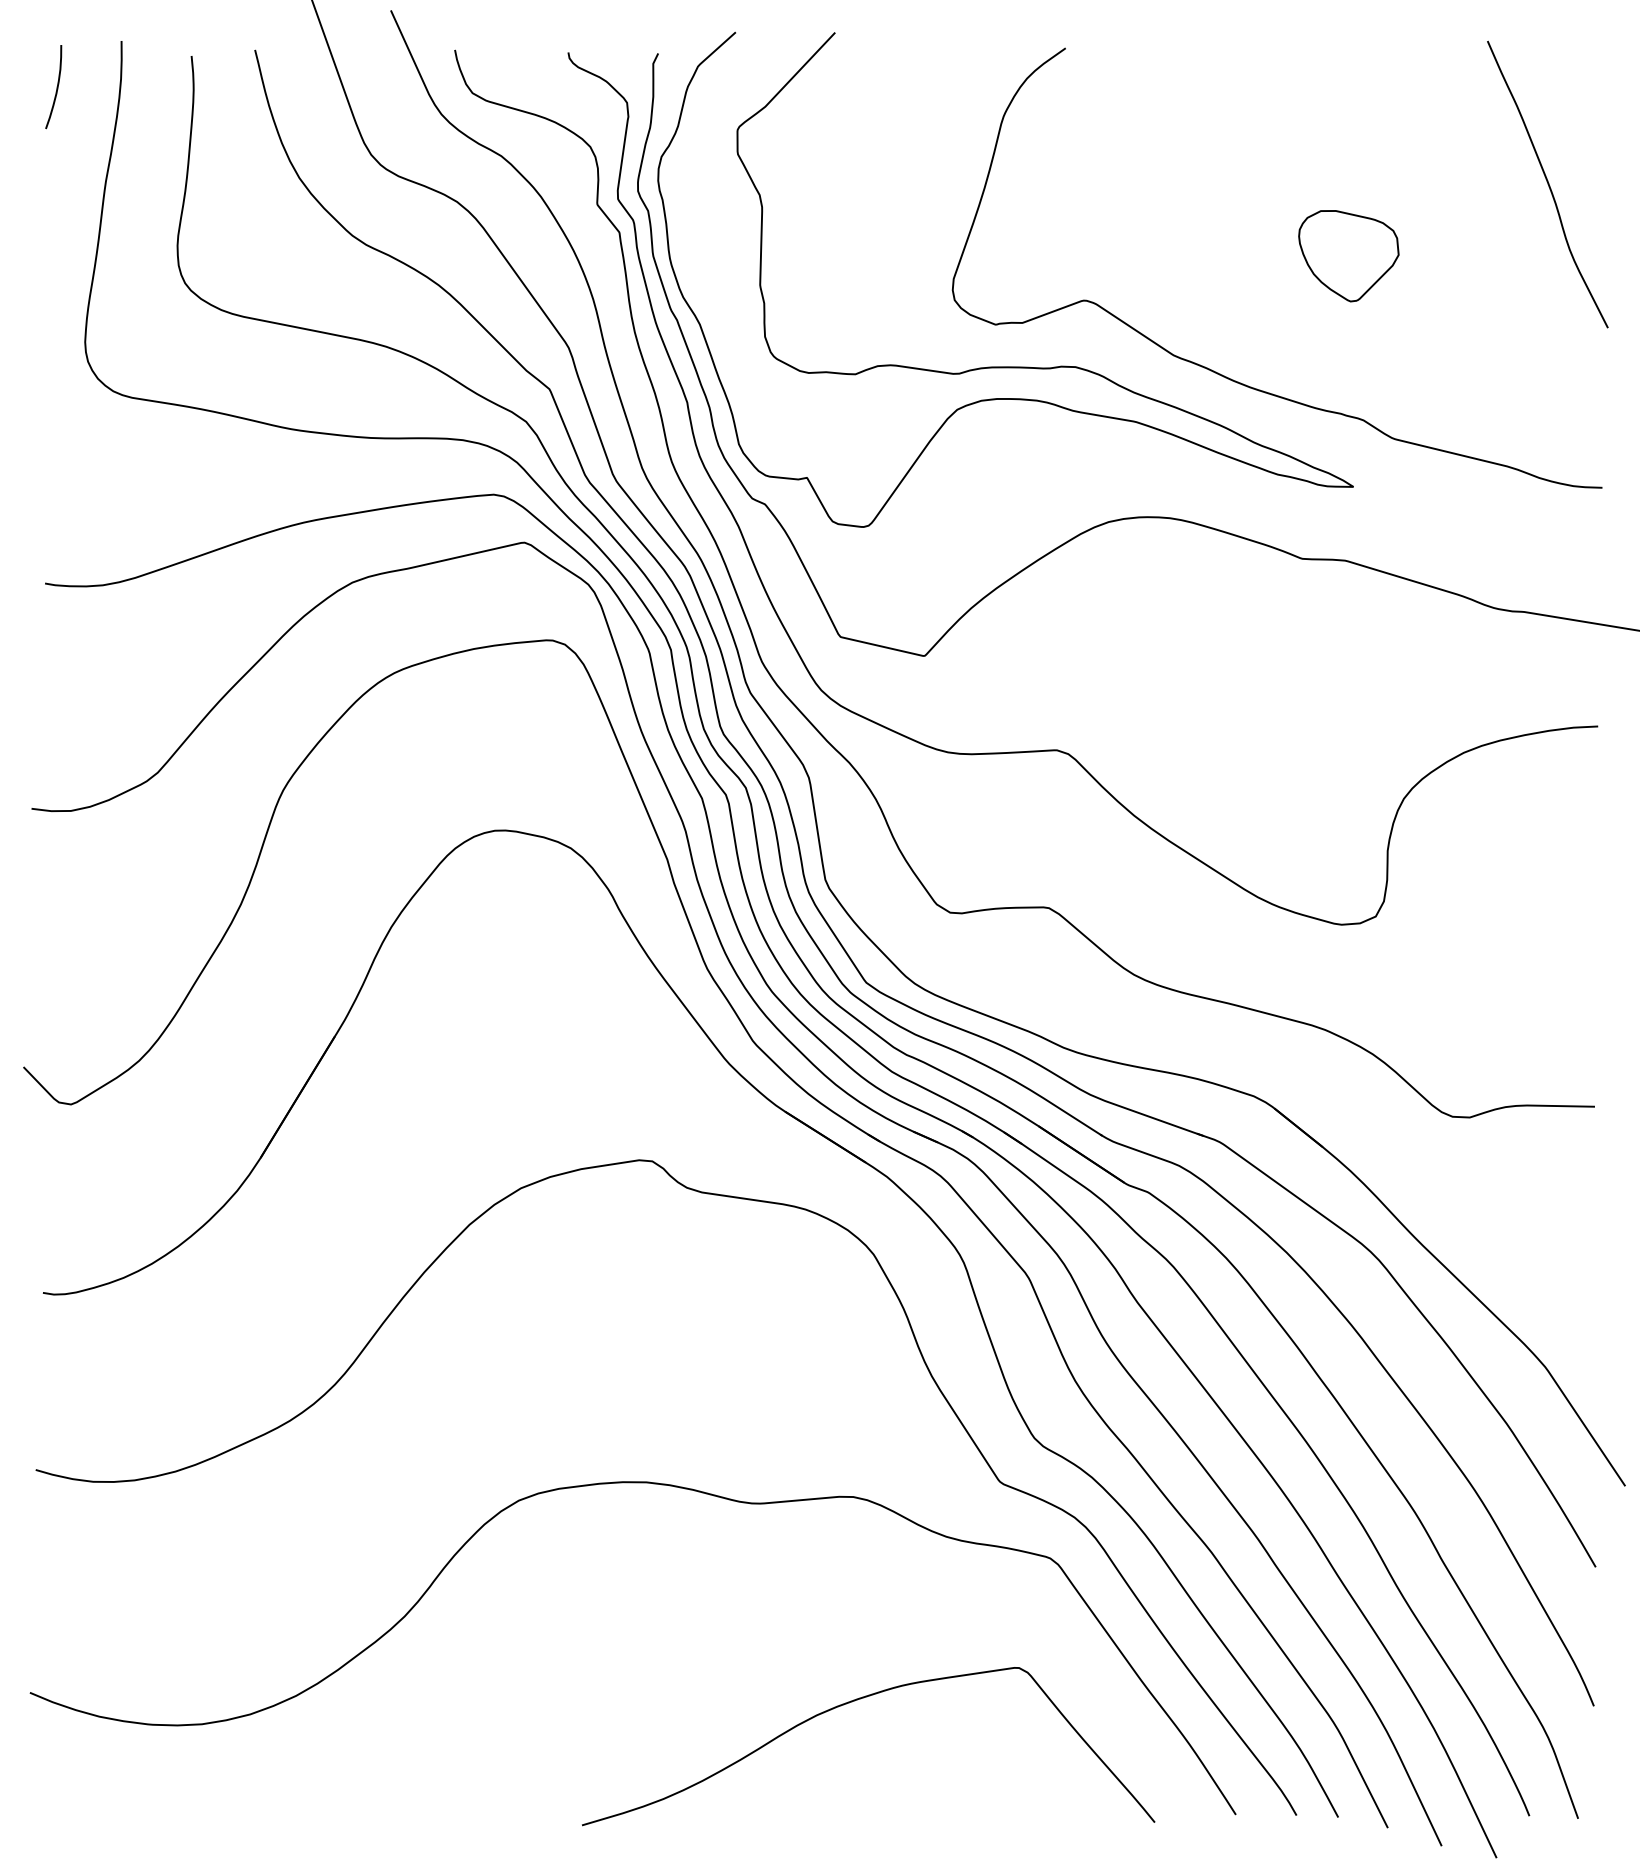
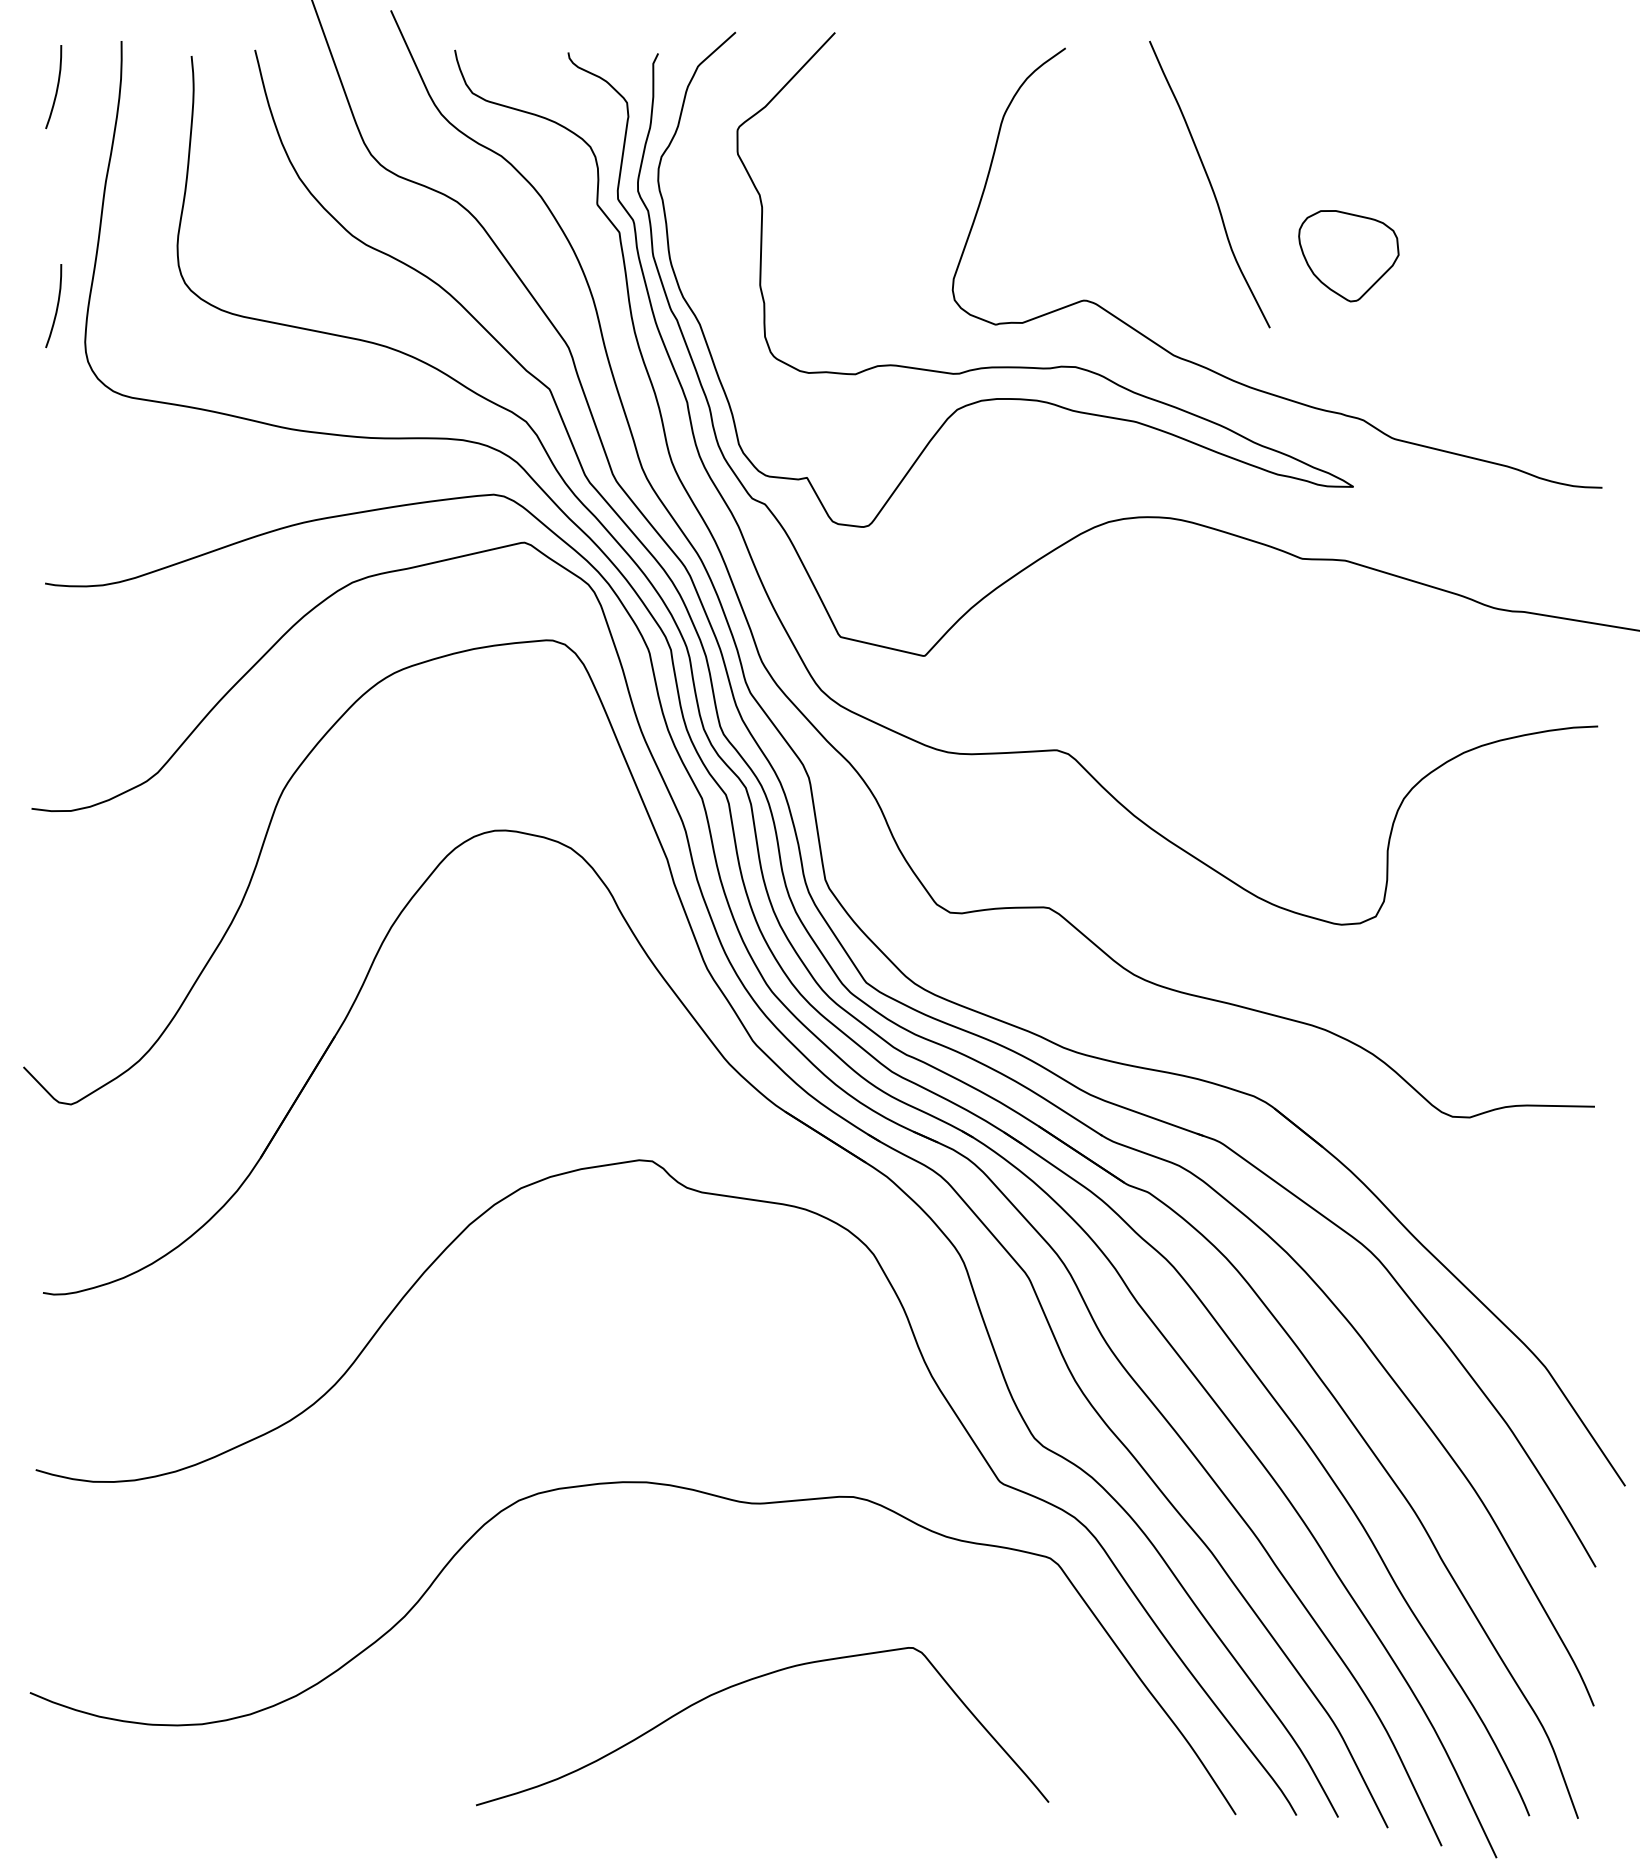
curve at (1547, 184) position: (1547, 184) -> (1209, 184)
curve at (56, 306): none -> present
curve at (852, 1702) position: (852, 1702) -> (746, 1682)
